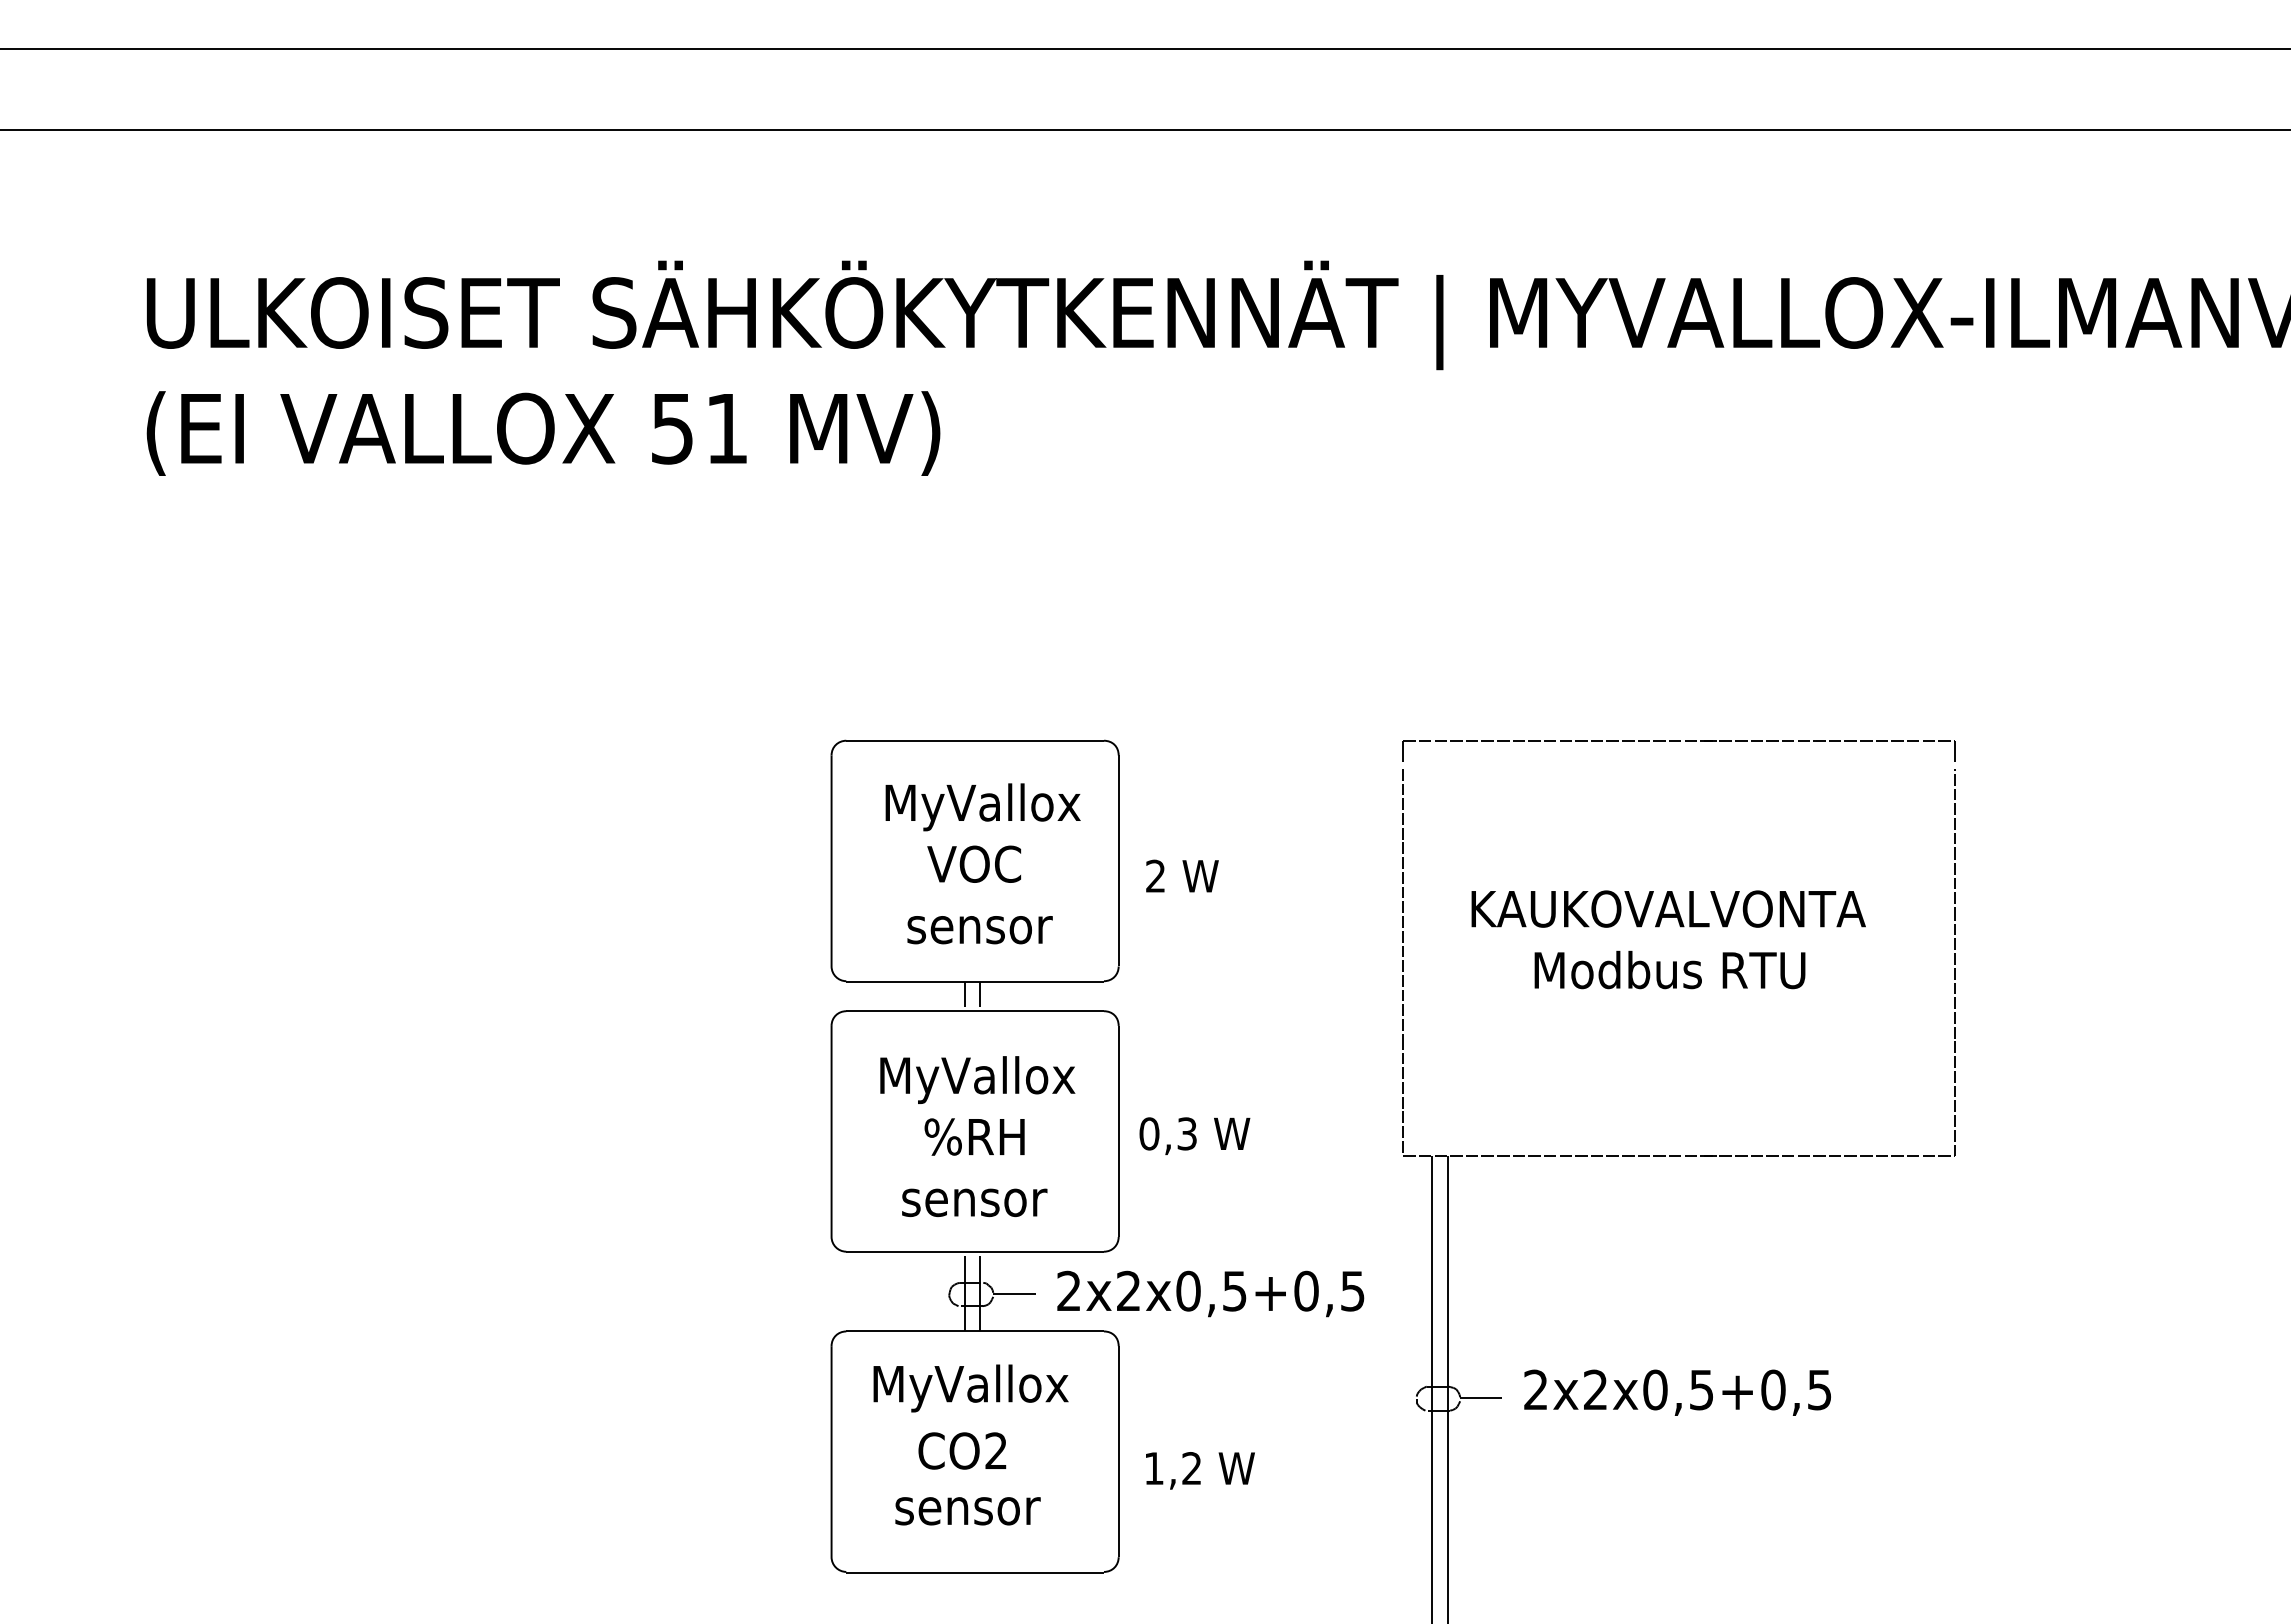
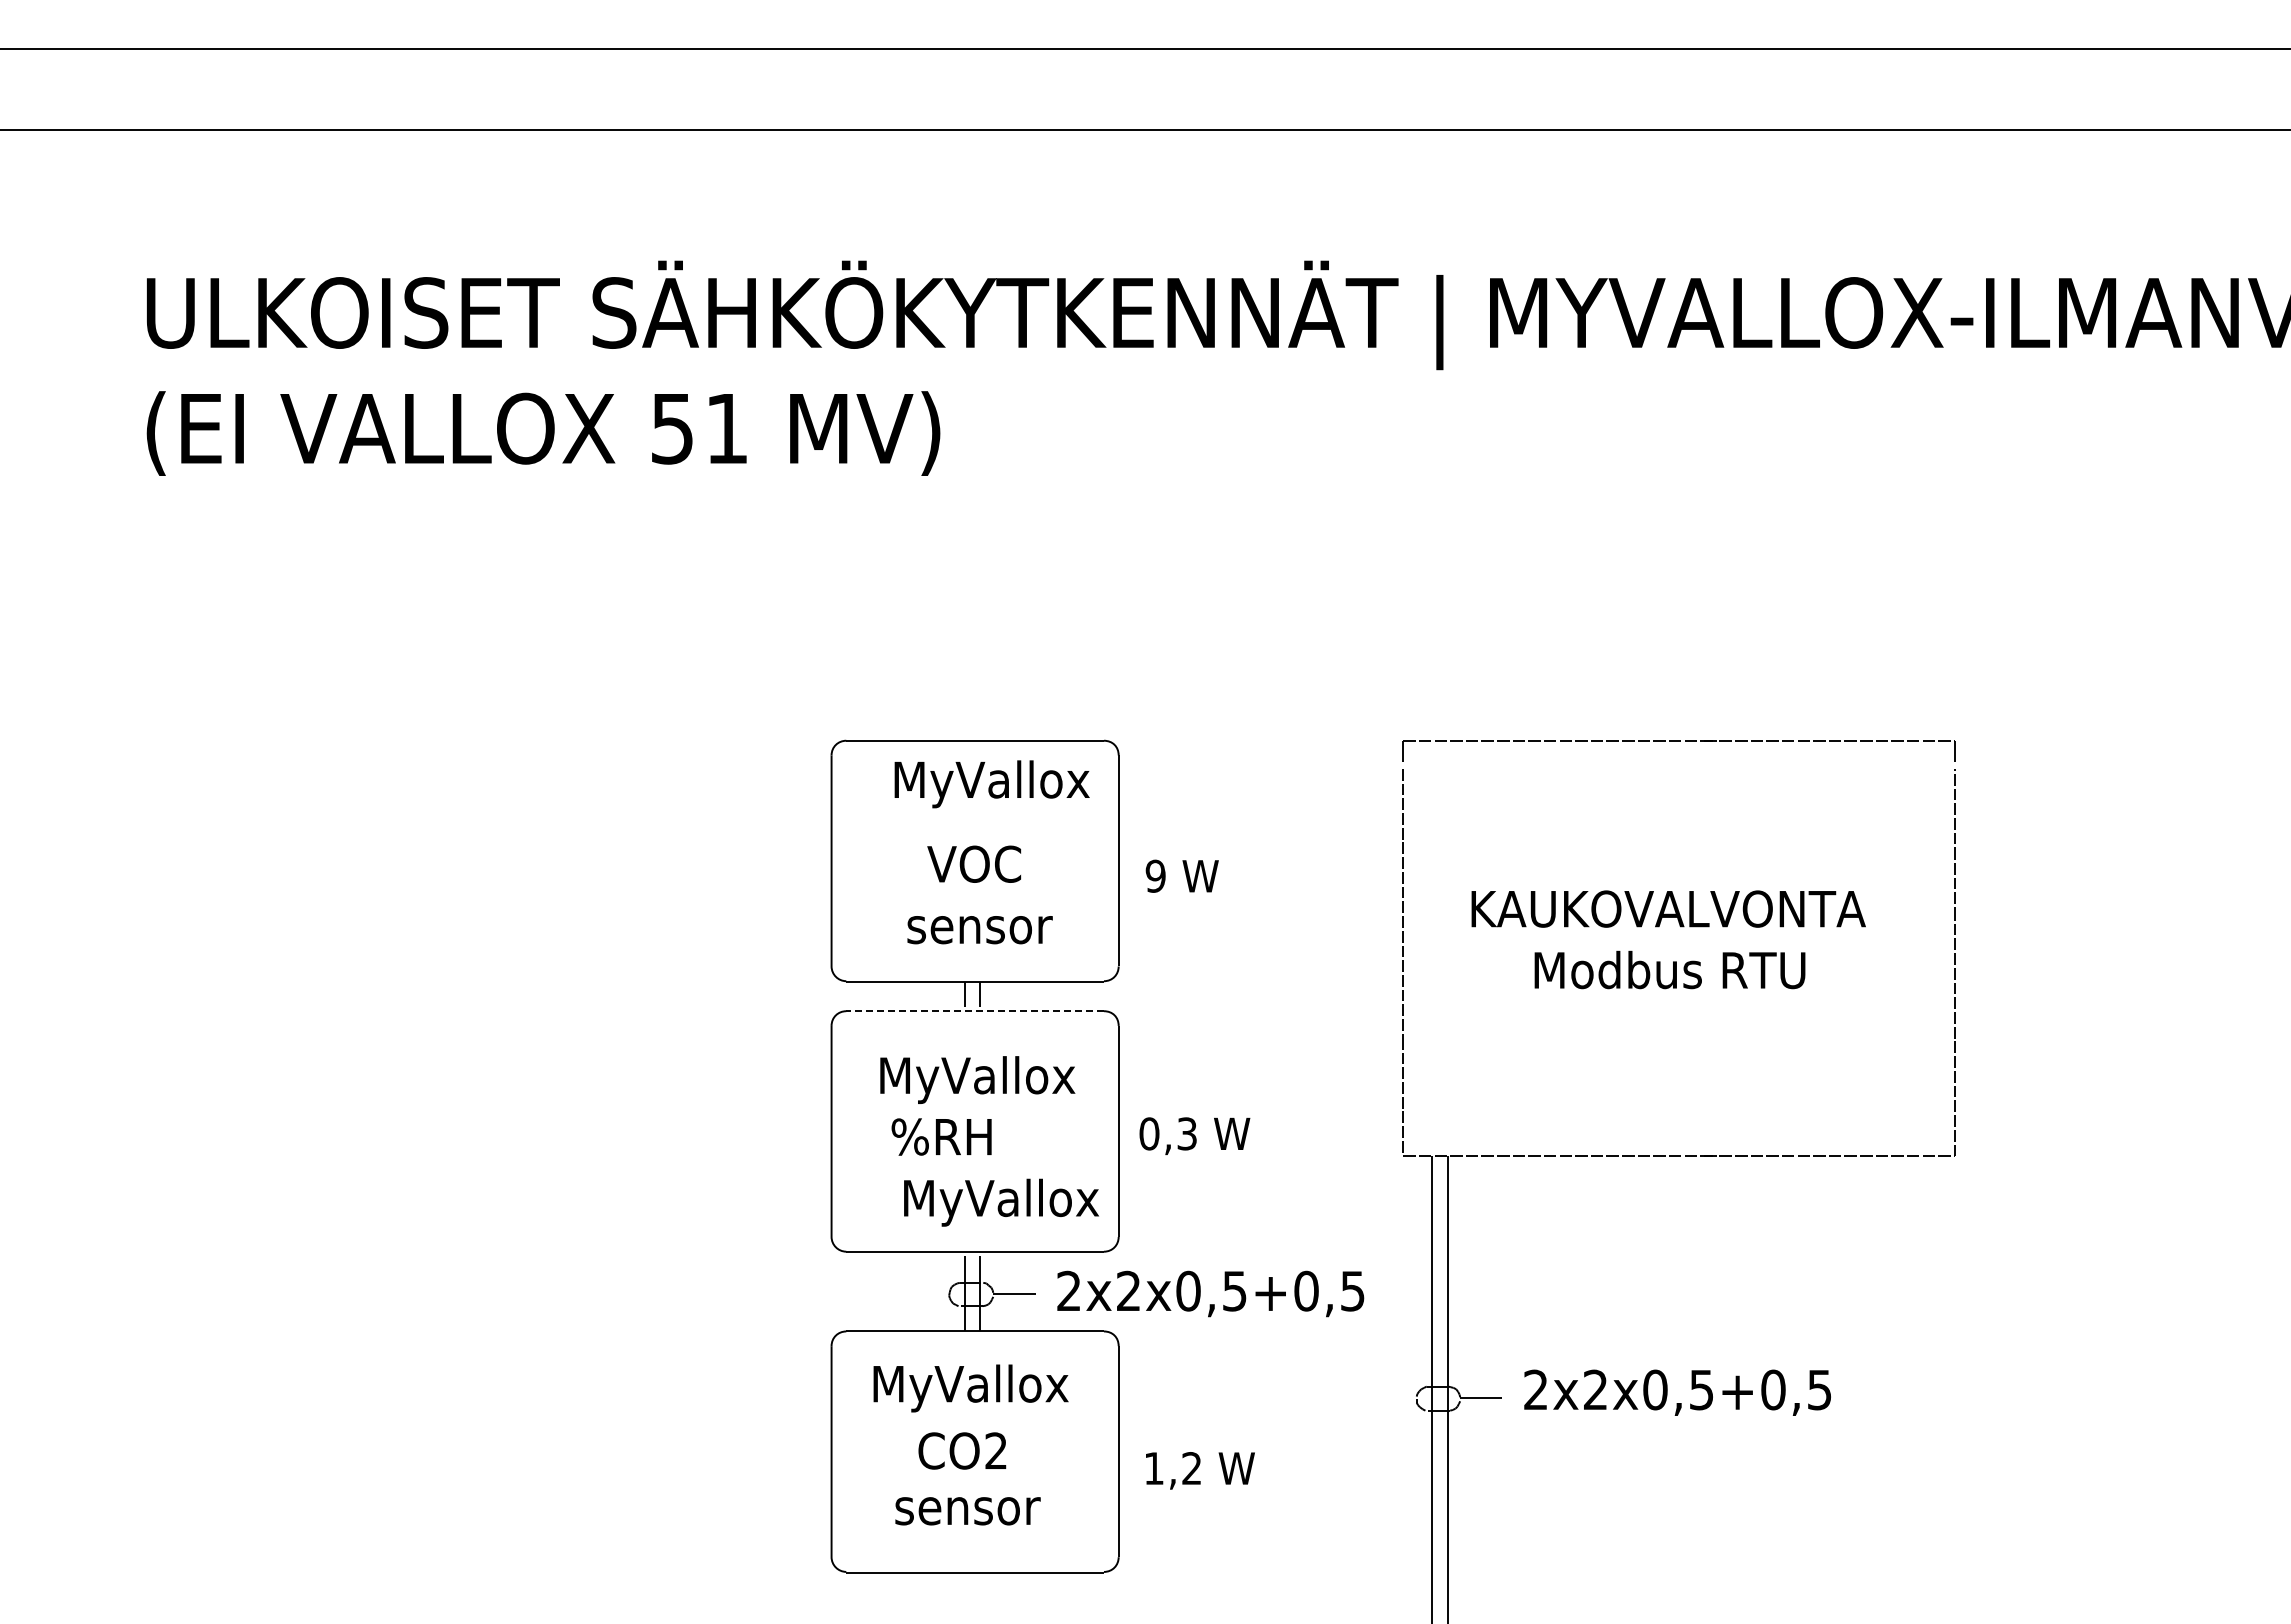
text at (982, 807) position: (982, 807) -> (991, 784)
text at (1155, 875): 2 -> 9
line at (975, 1011): solid -> dashed
text at (974, 1136) position: (974, 1136) -> (941, 1136)
text at (1000, 1202): sensor -> MyVallox
